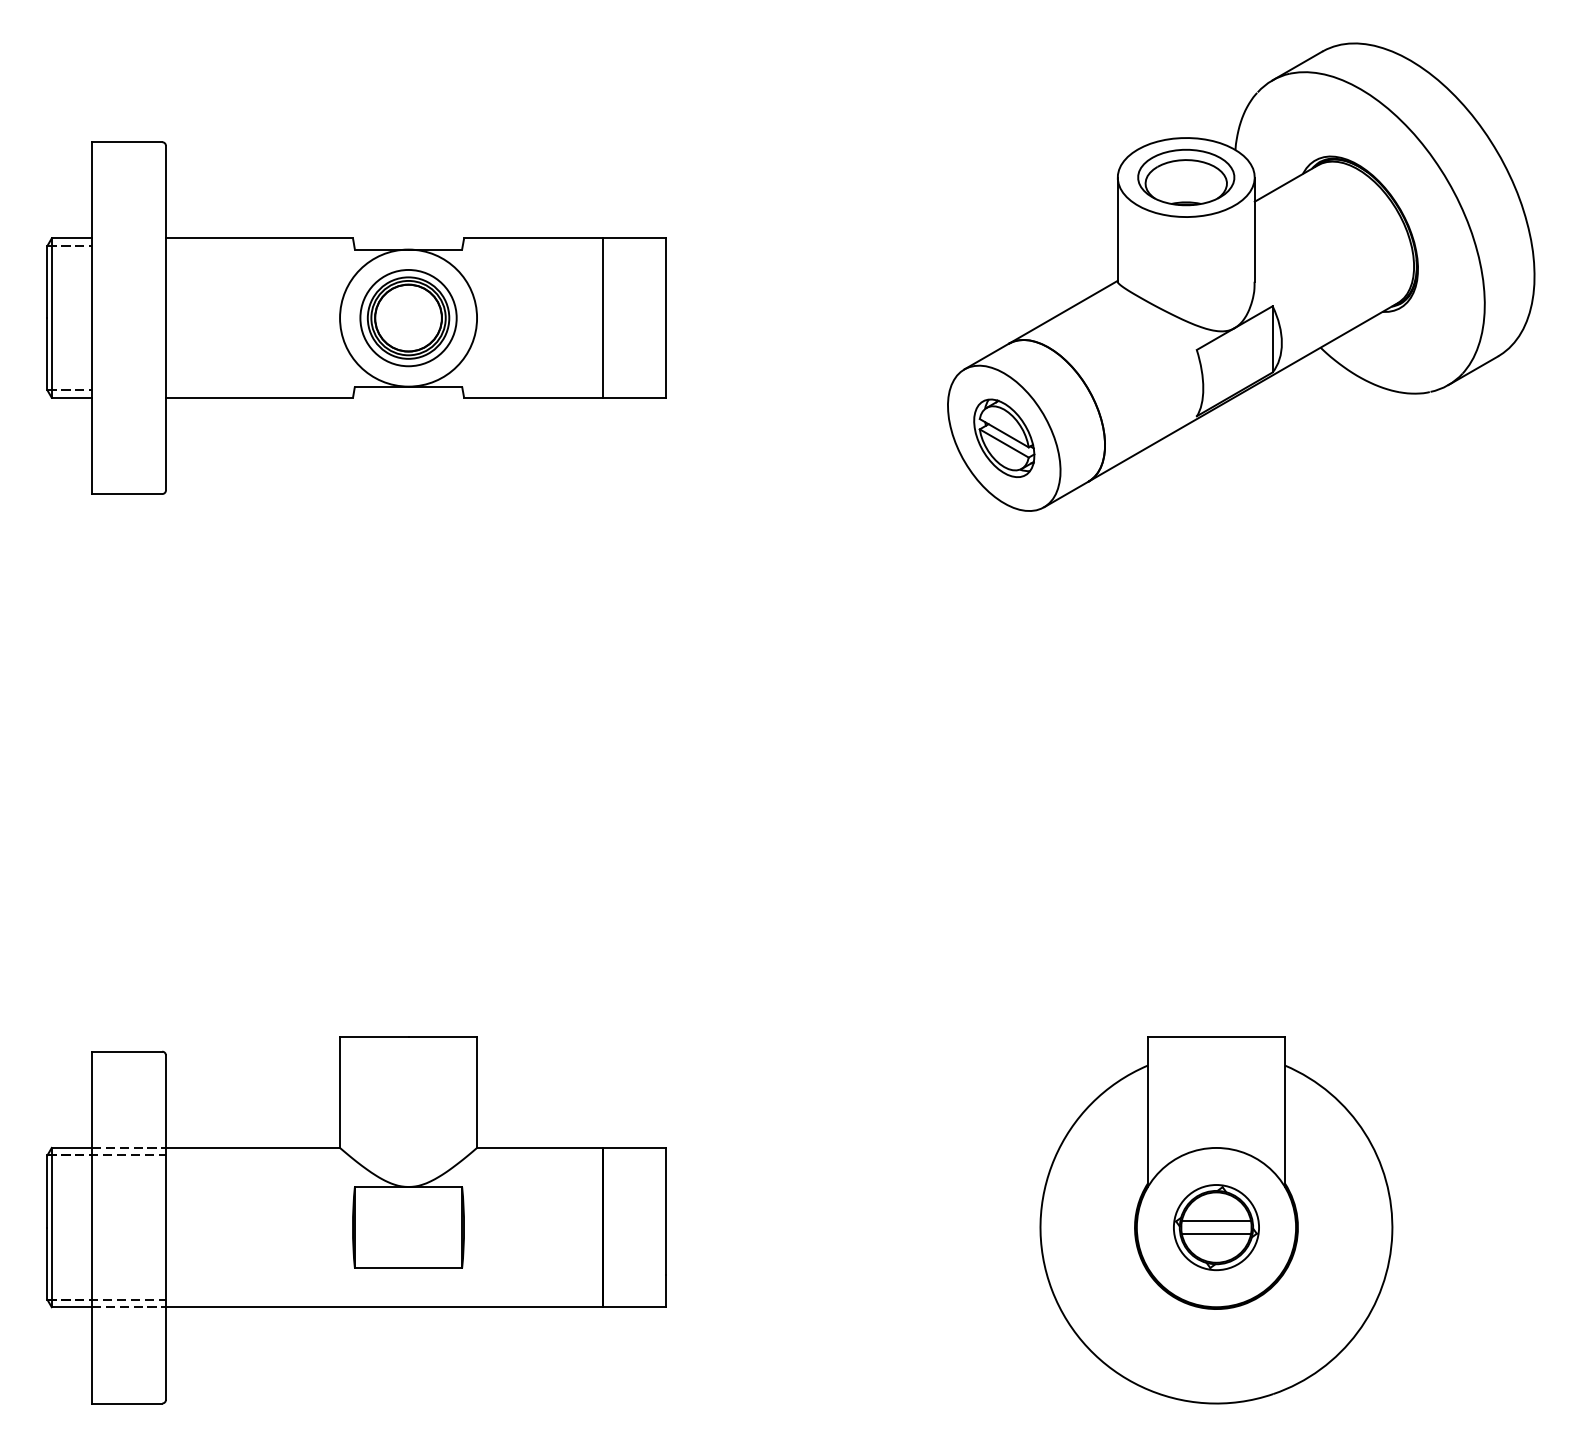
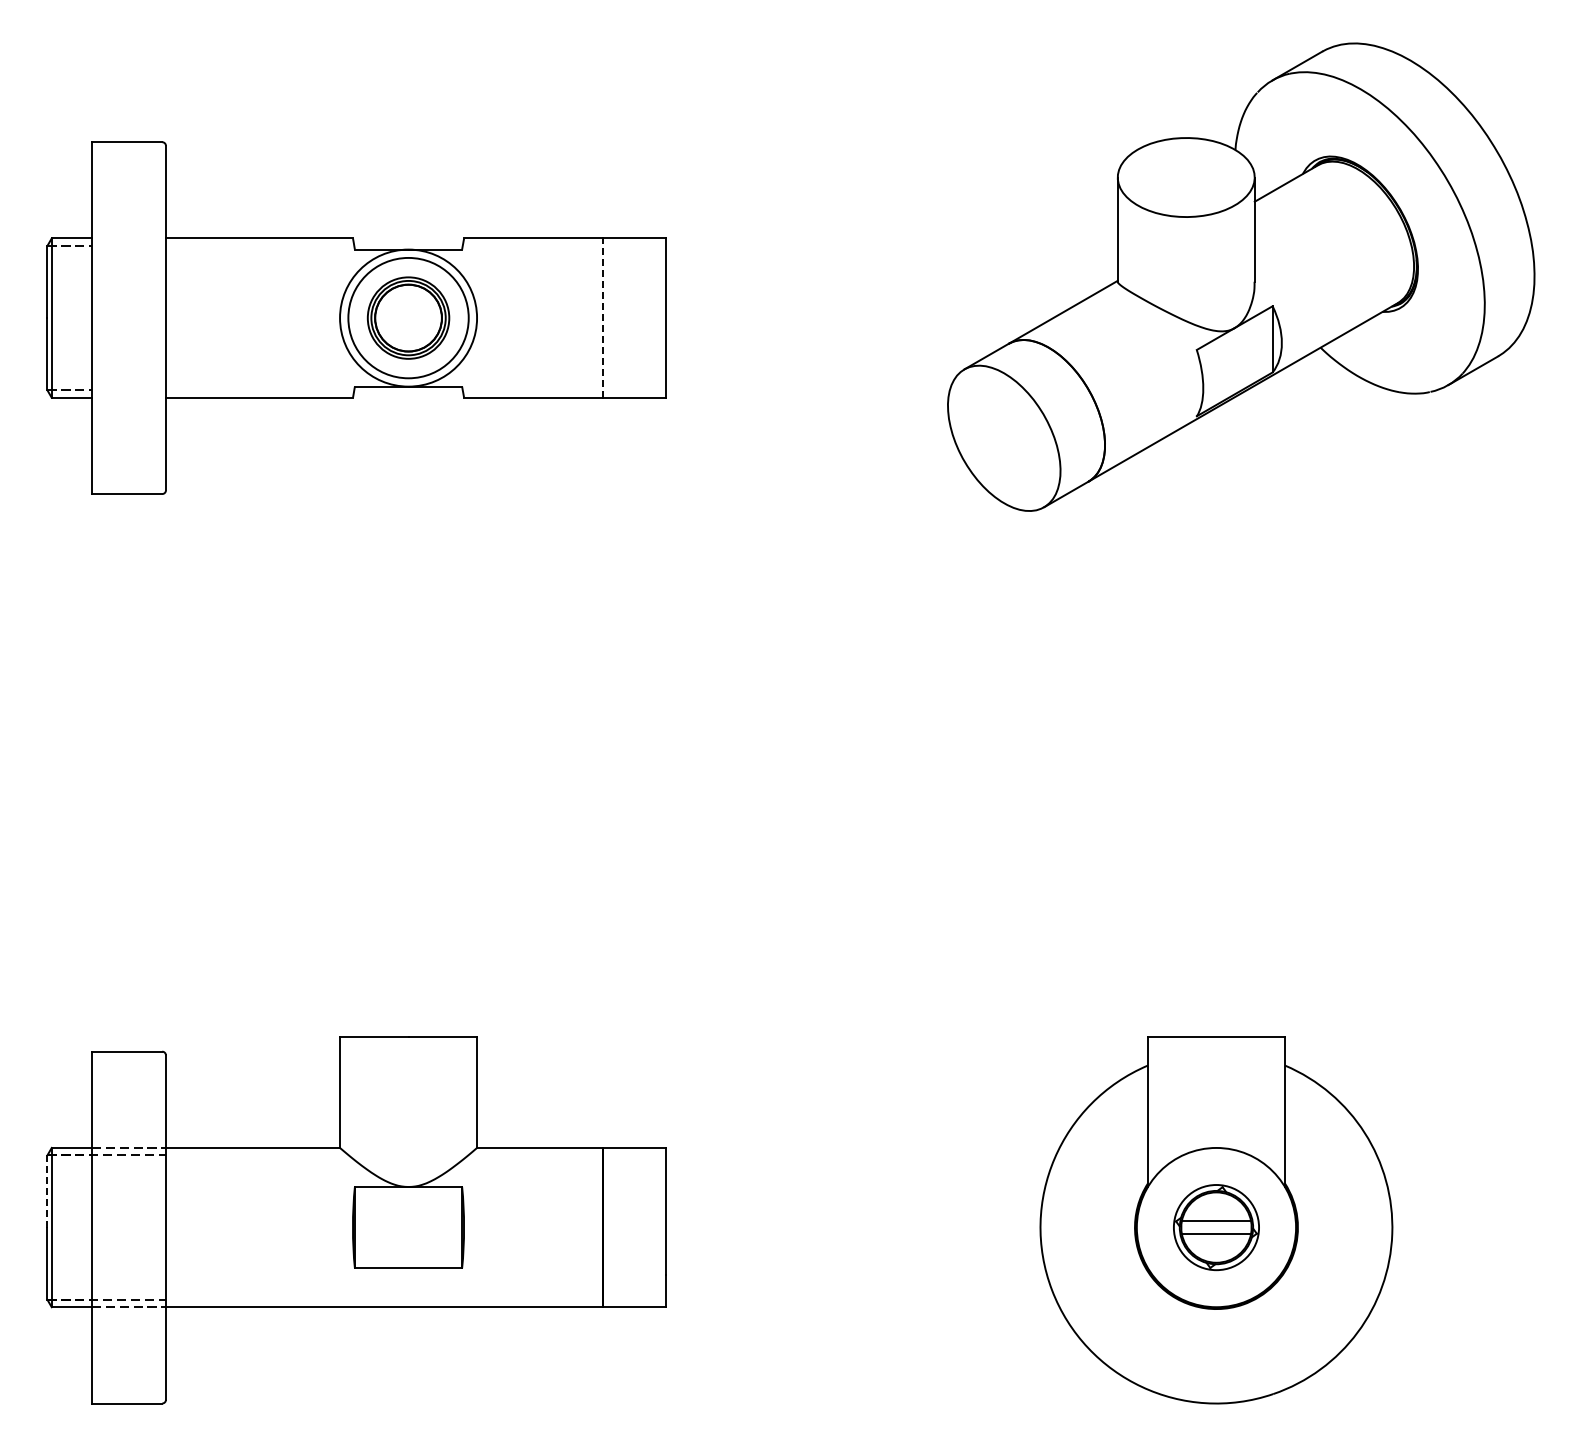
part at (1186, 177): present -> none
circle at (408, 317) diameter: 96 px -> 120 px
line at (603, 318): solid -> dashed
part at (1004, 437): present -> none
line at (47, 1190): solid -> dashed
